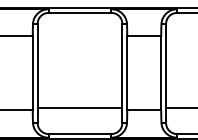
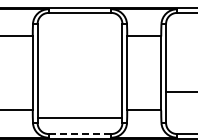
line at (79, 108) position: (79, 108) -> (79, 118)
line at (180, 108) position: (180, 108) -> (180, 92)
line at (80, 134): solid -> dashed
